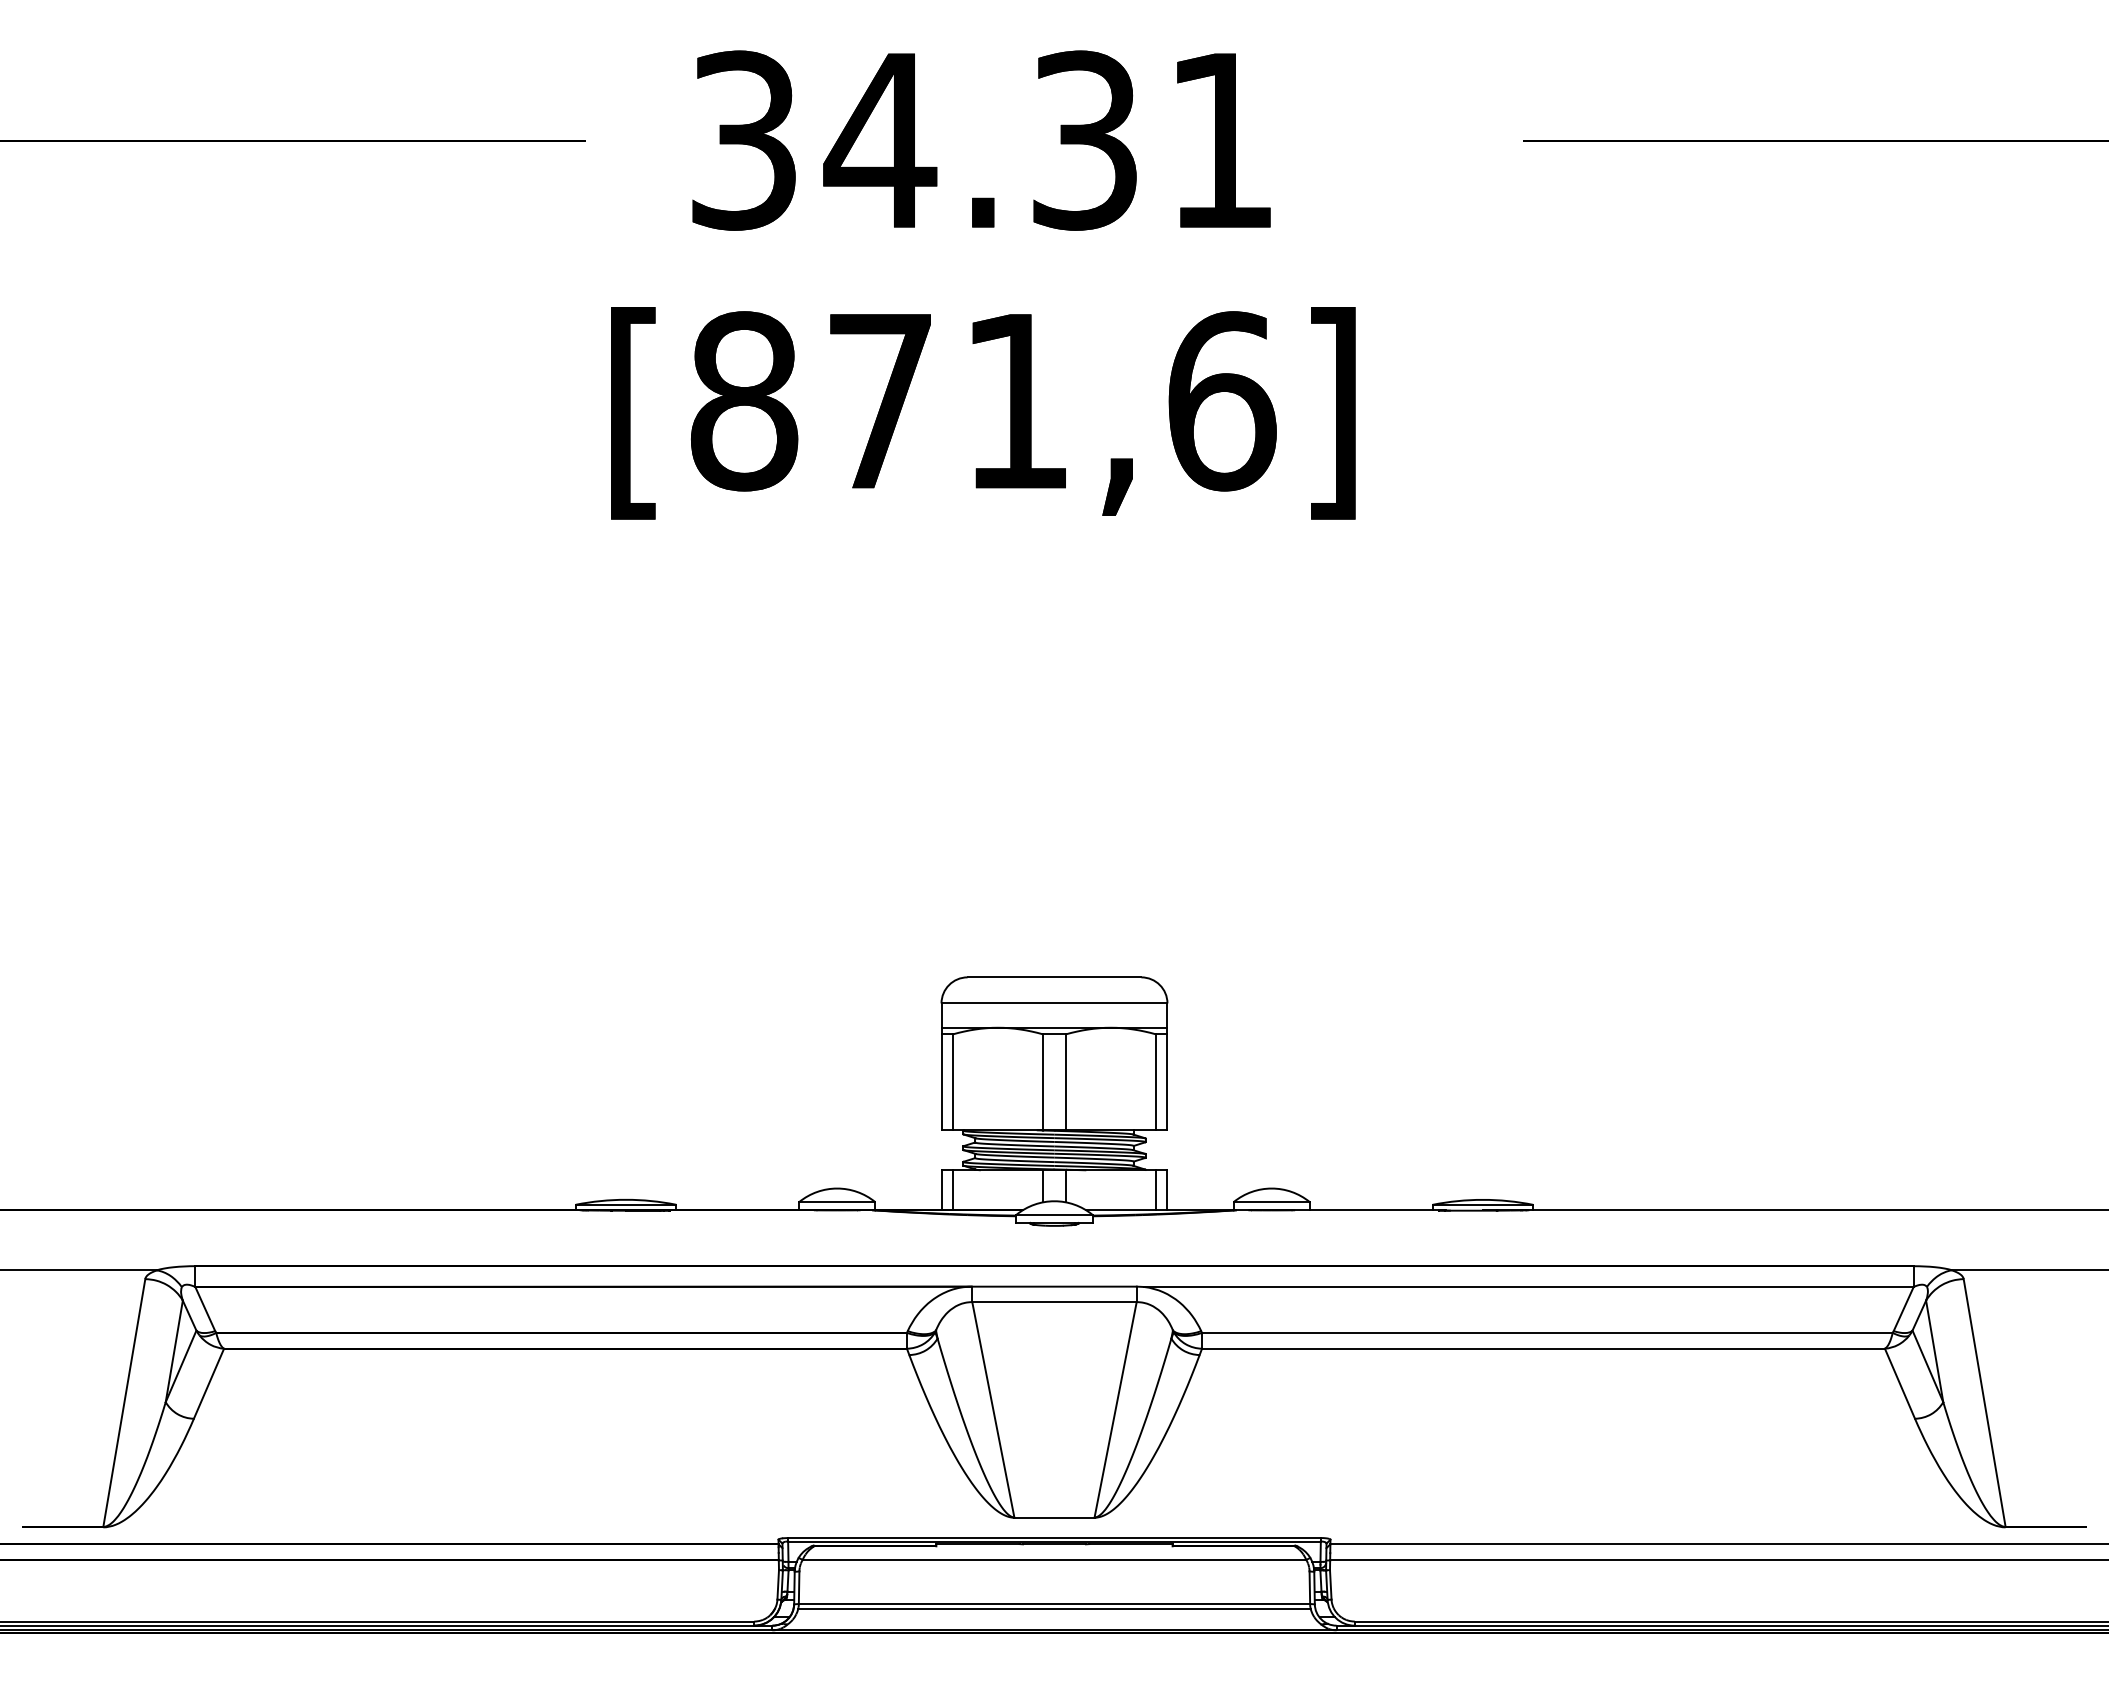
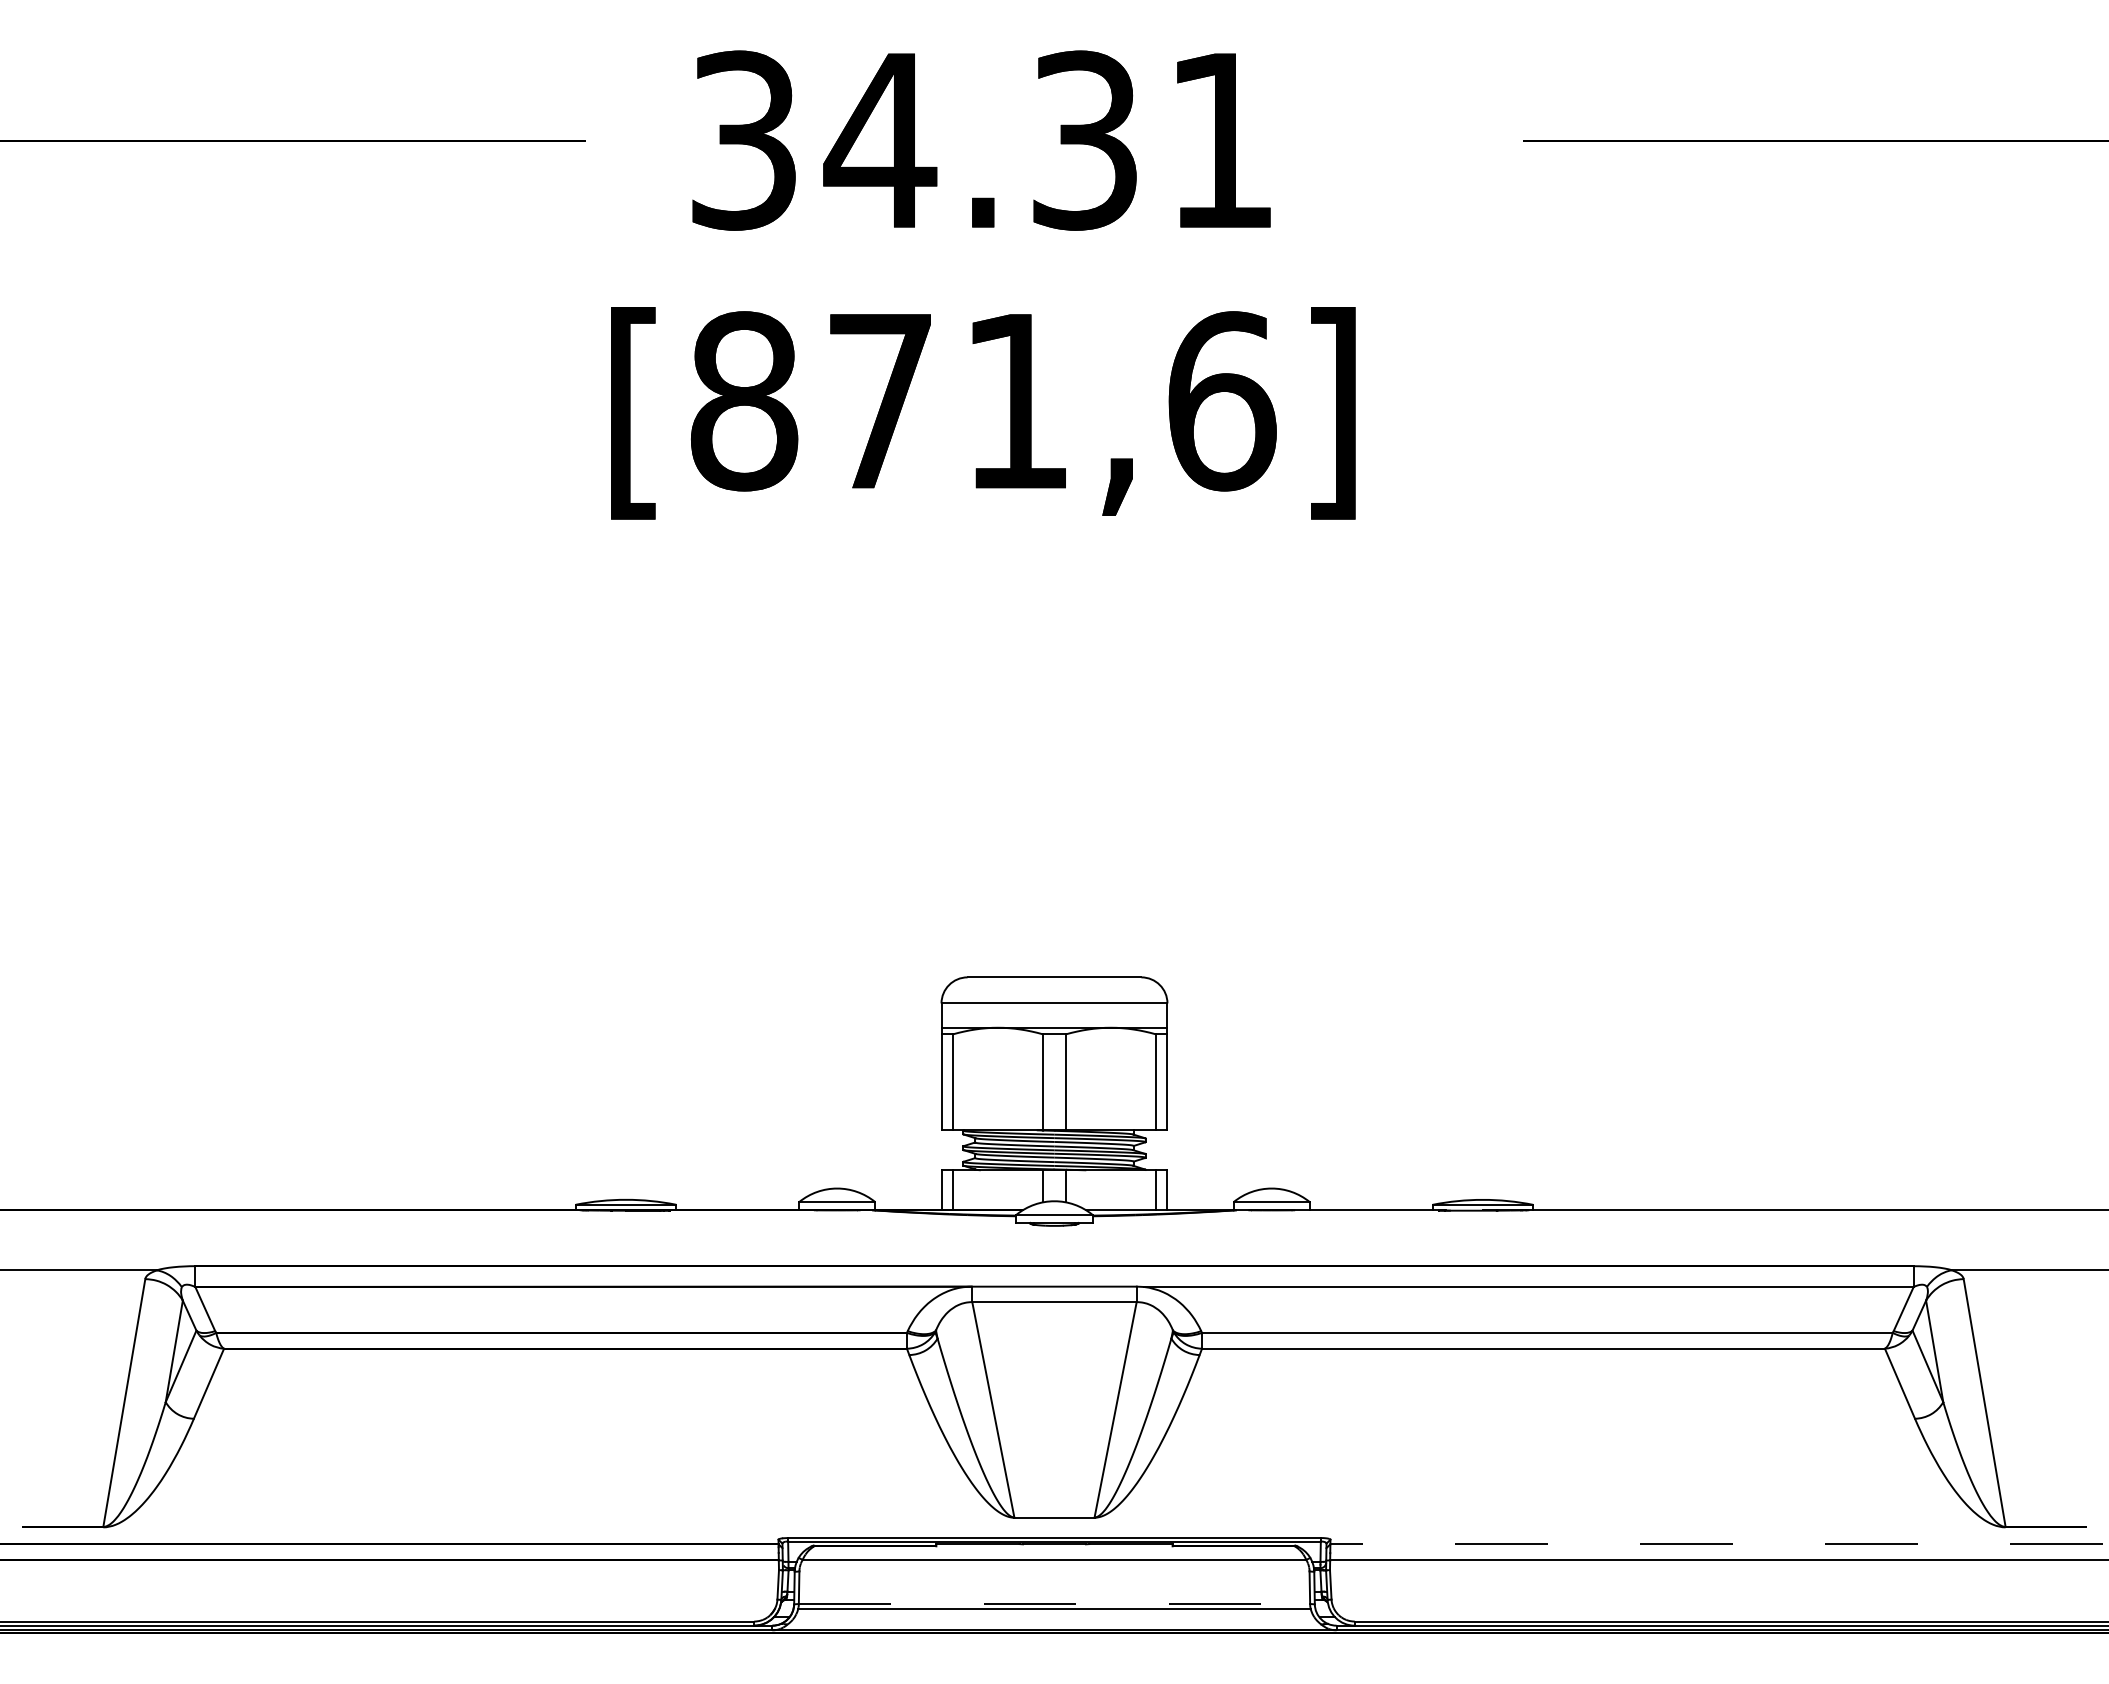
line at (1719, 1544): solid -> dashed
line at (1054, 1603): solid -> dashed
